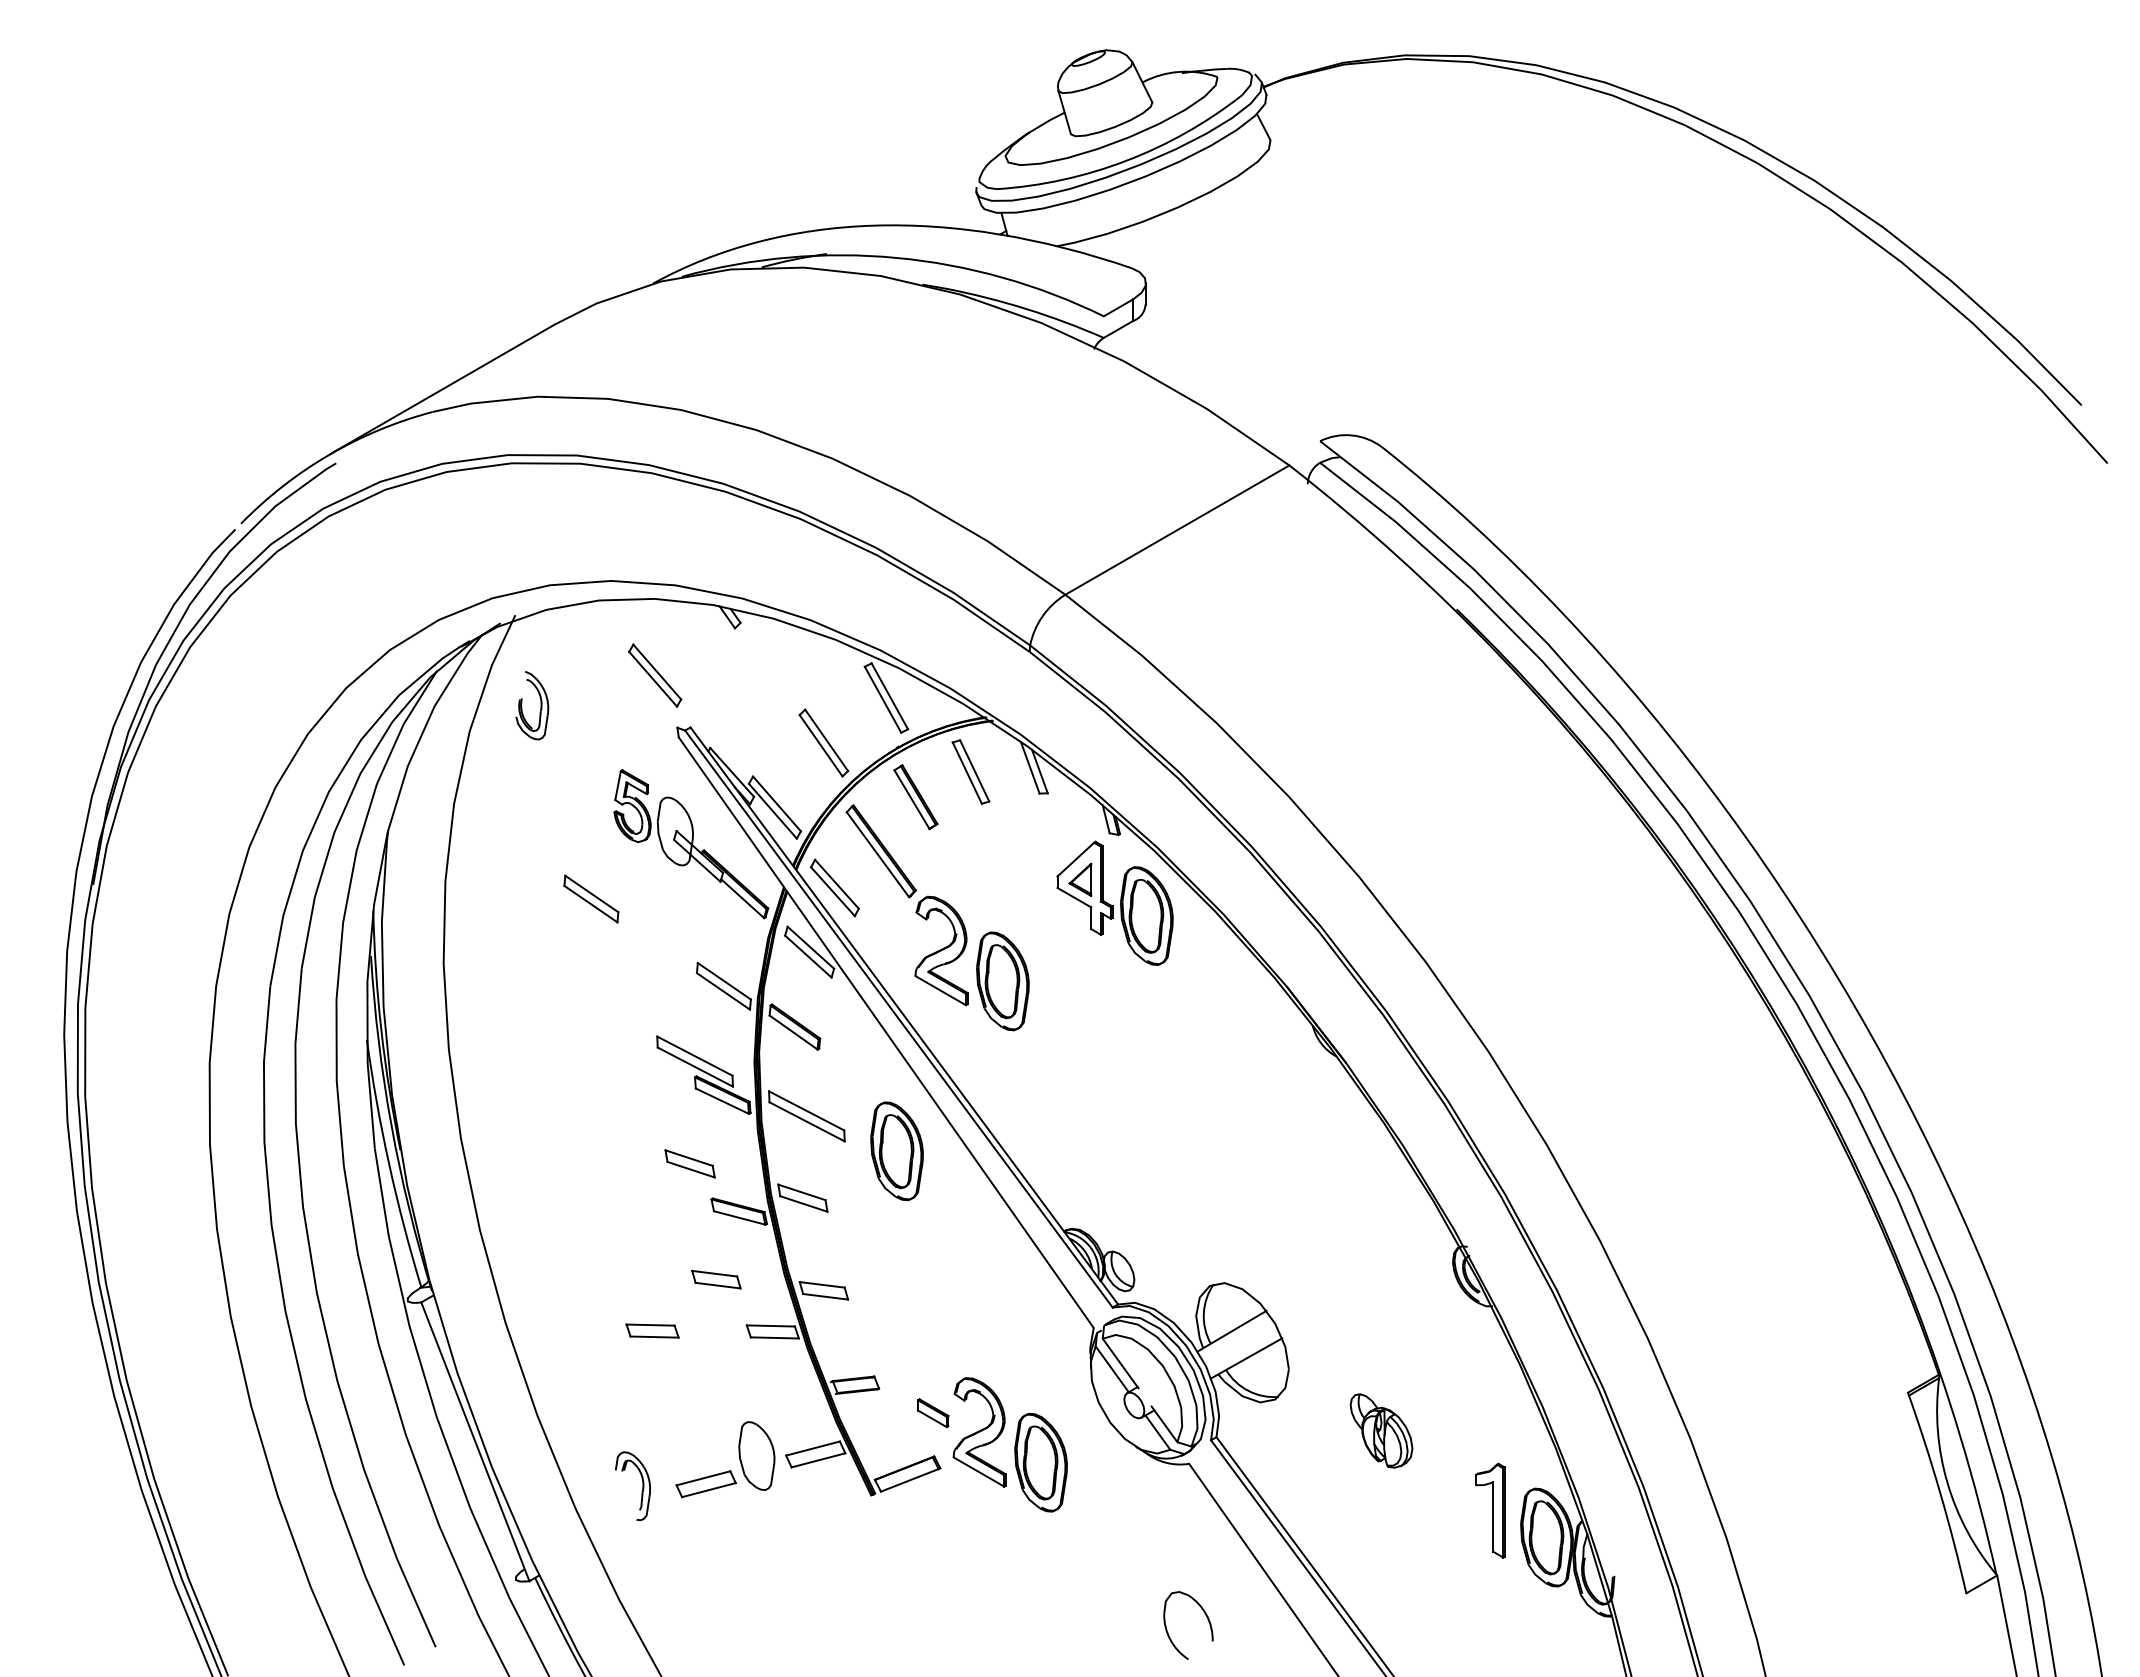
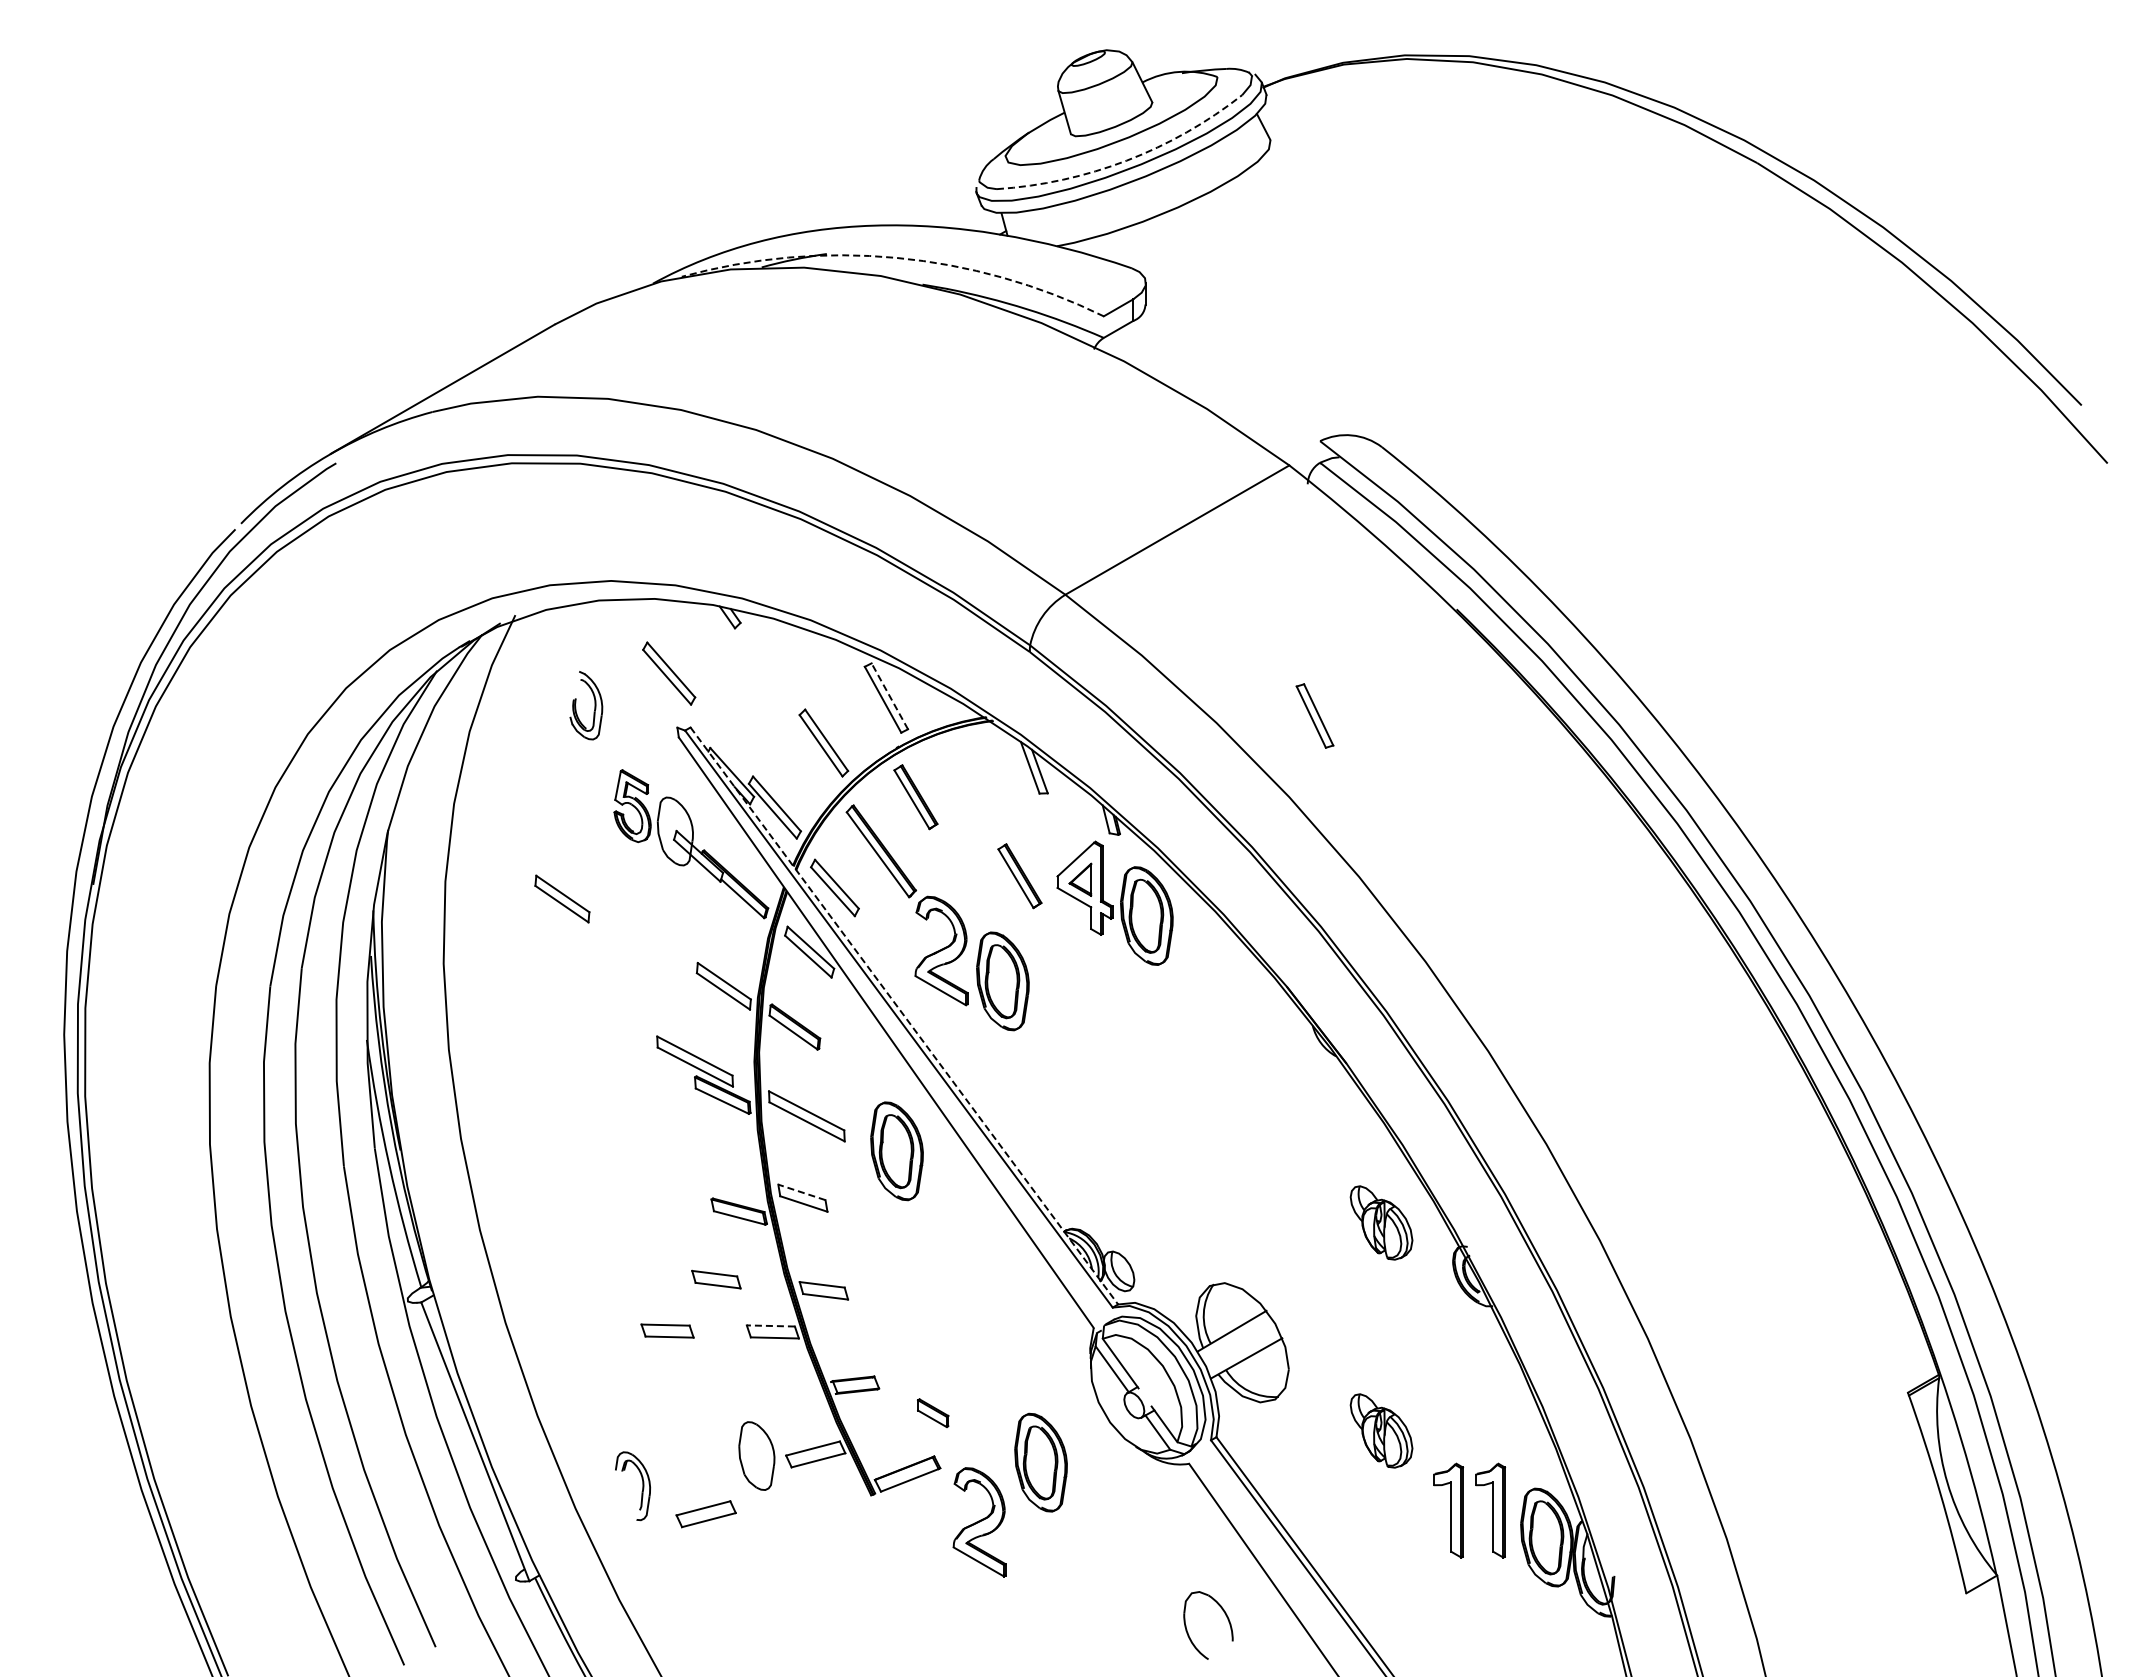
arc at (1126, 160): solid -> dashed
arc at (896, 257): solid -> dashed
part at (655, 675) position: (655, 675) -> (669, 673)
line at (889, 696): solid -> dashed
part at (540, 705) position: (540, 705) -> (594, 705)
part at (970, 771) position: (970, 771) -> (1314, 715)
part at (1019, 876): none -> present
part at (591, 898) position: (591, 898) -> (562, 898)
line at (904, 1016): solid -> dashed
part at (689, 1163): present -> none
line at (801, 1192): solid -> dashed
part at (1381, 1222): none -> present
line at (770, 1325): solid -> dashed
part at (652, 1330) position: (652, 1330) -> (667, 1330)
part at (979, 1432) position: (979, 1432) -> (979, 1522)
part at (705, 1484) position: (705, 1484) -> (705, 1514)
part at (1448, 1510): none -> present
part at (1206, 1617) position: (1206, 1617) -> (1226, 1617)
